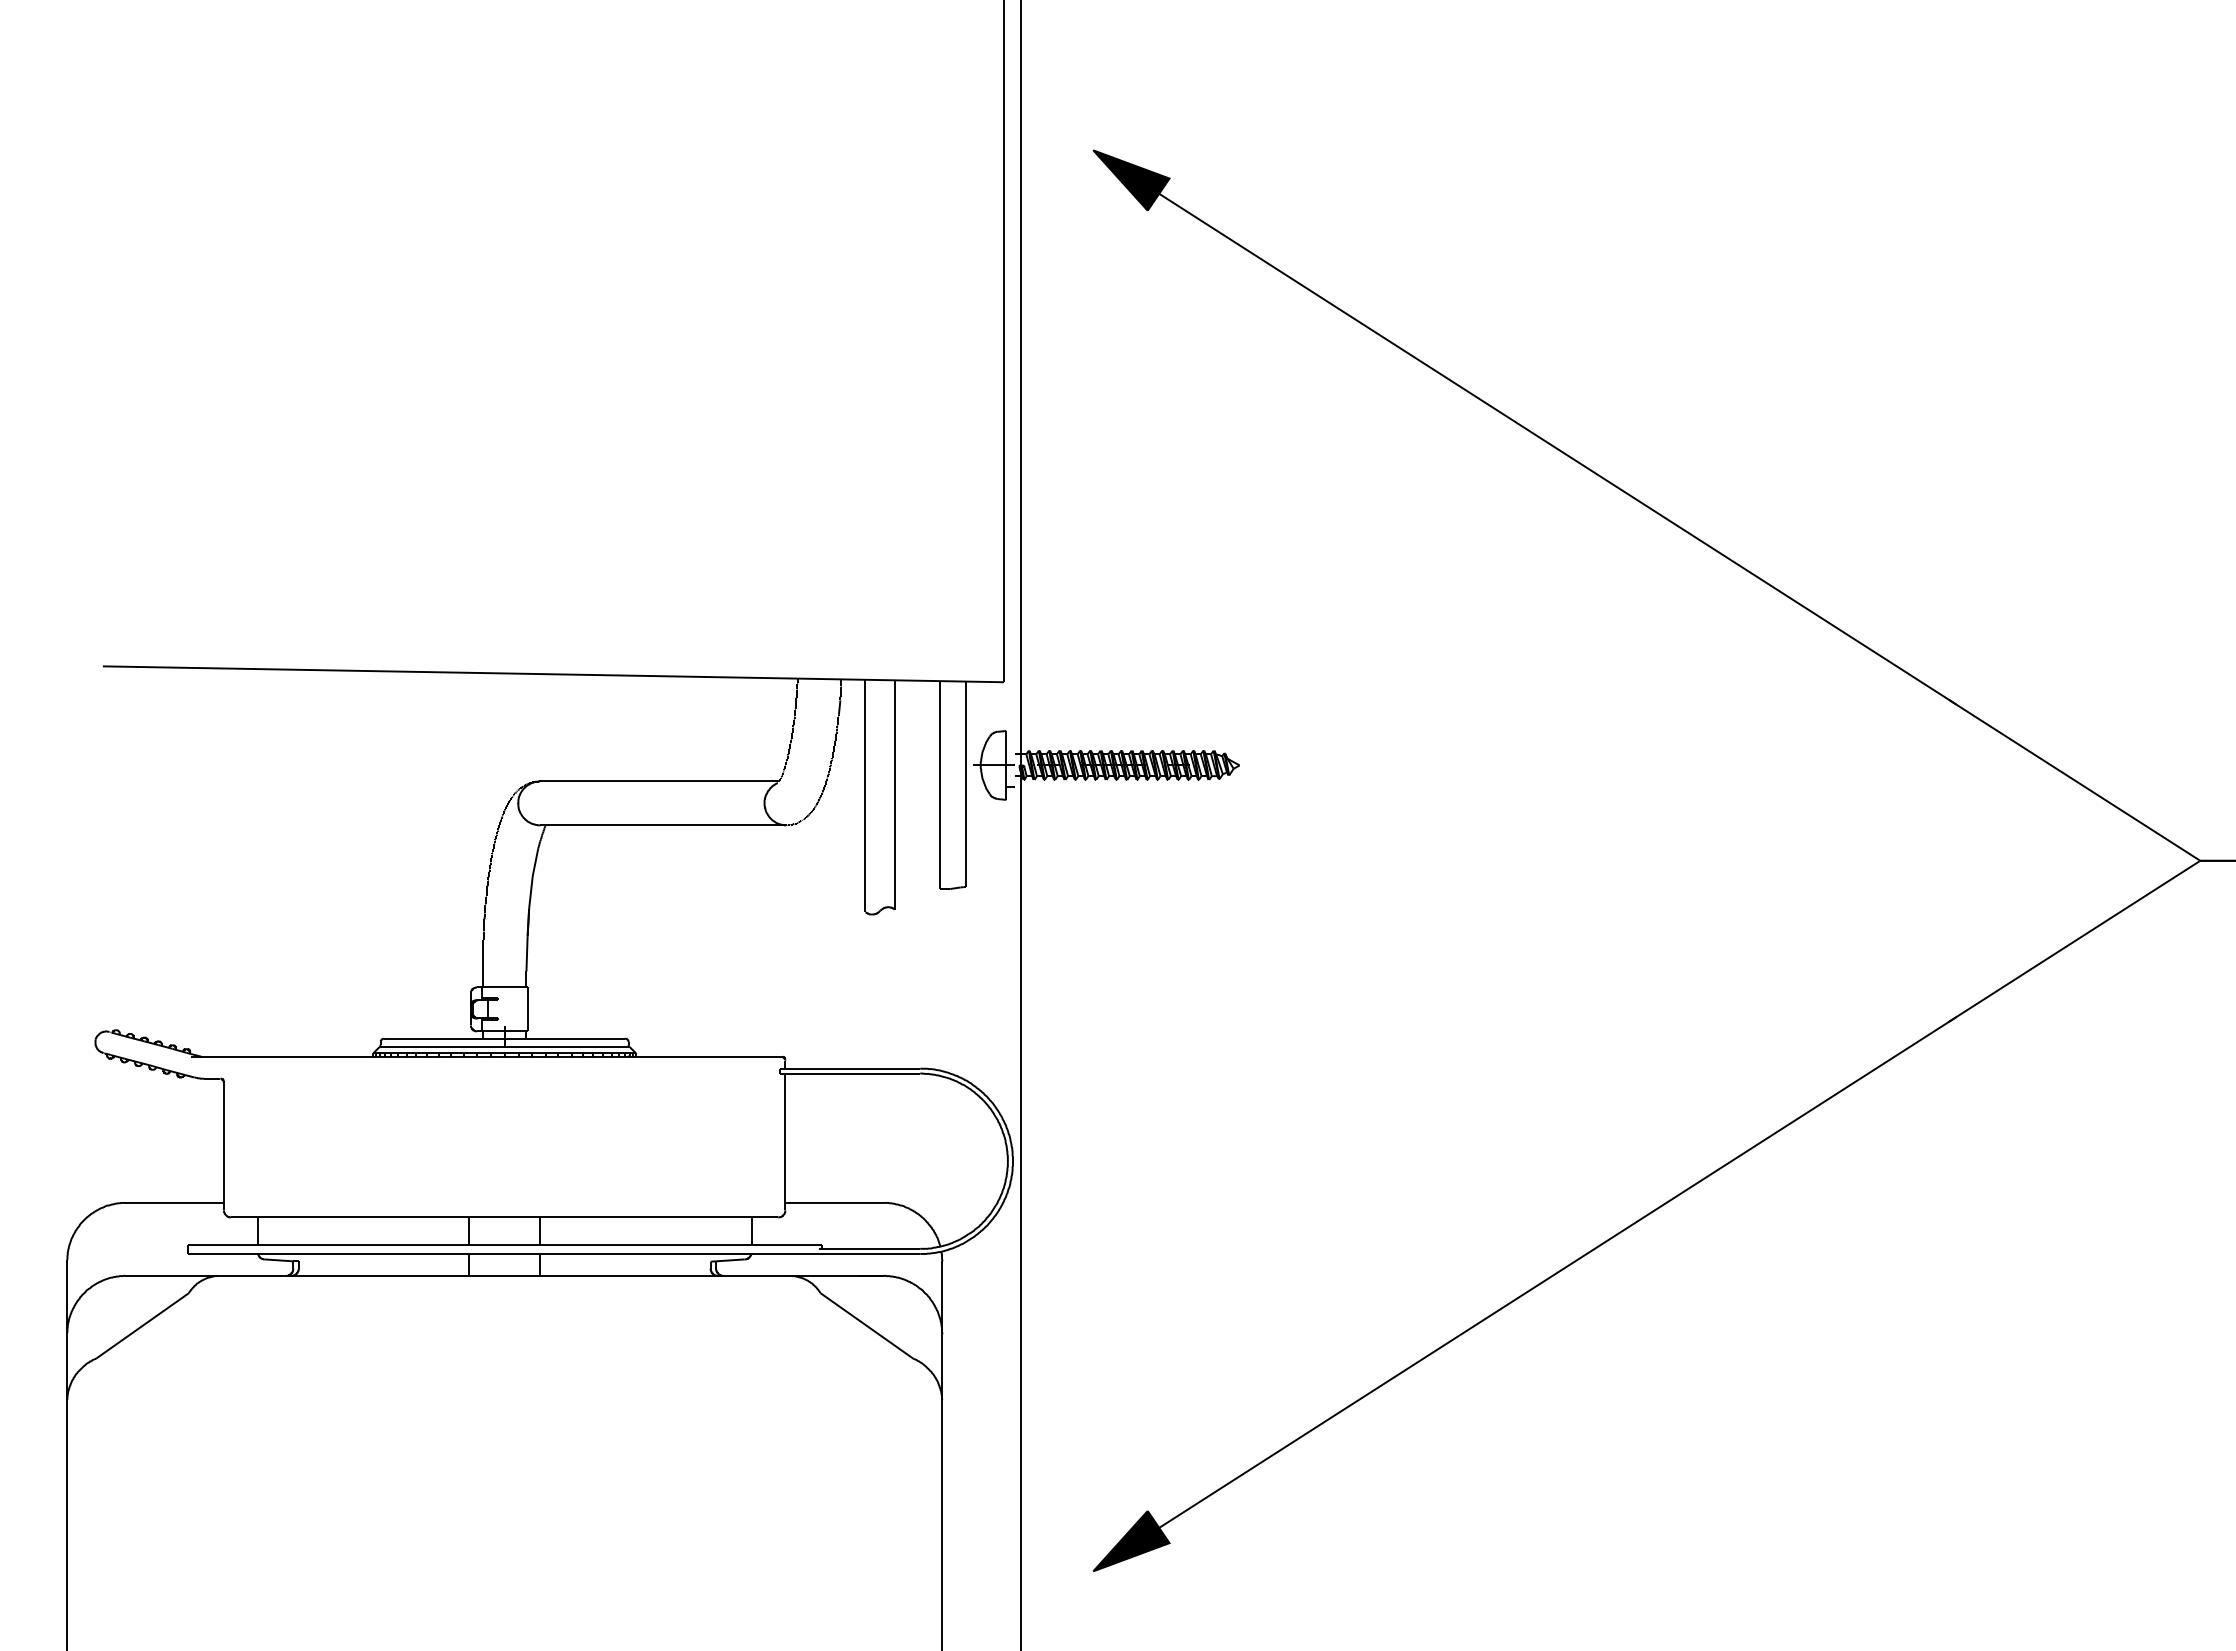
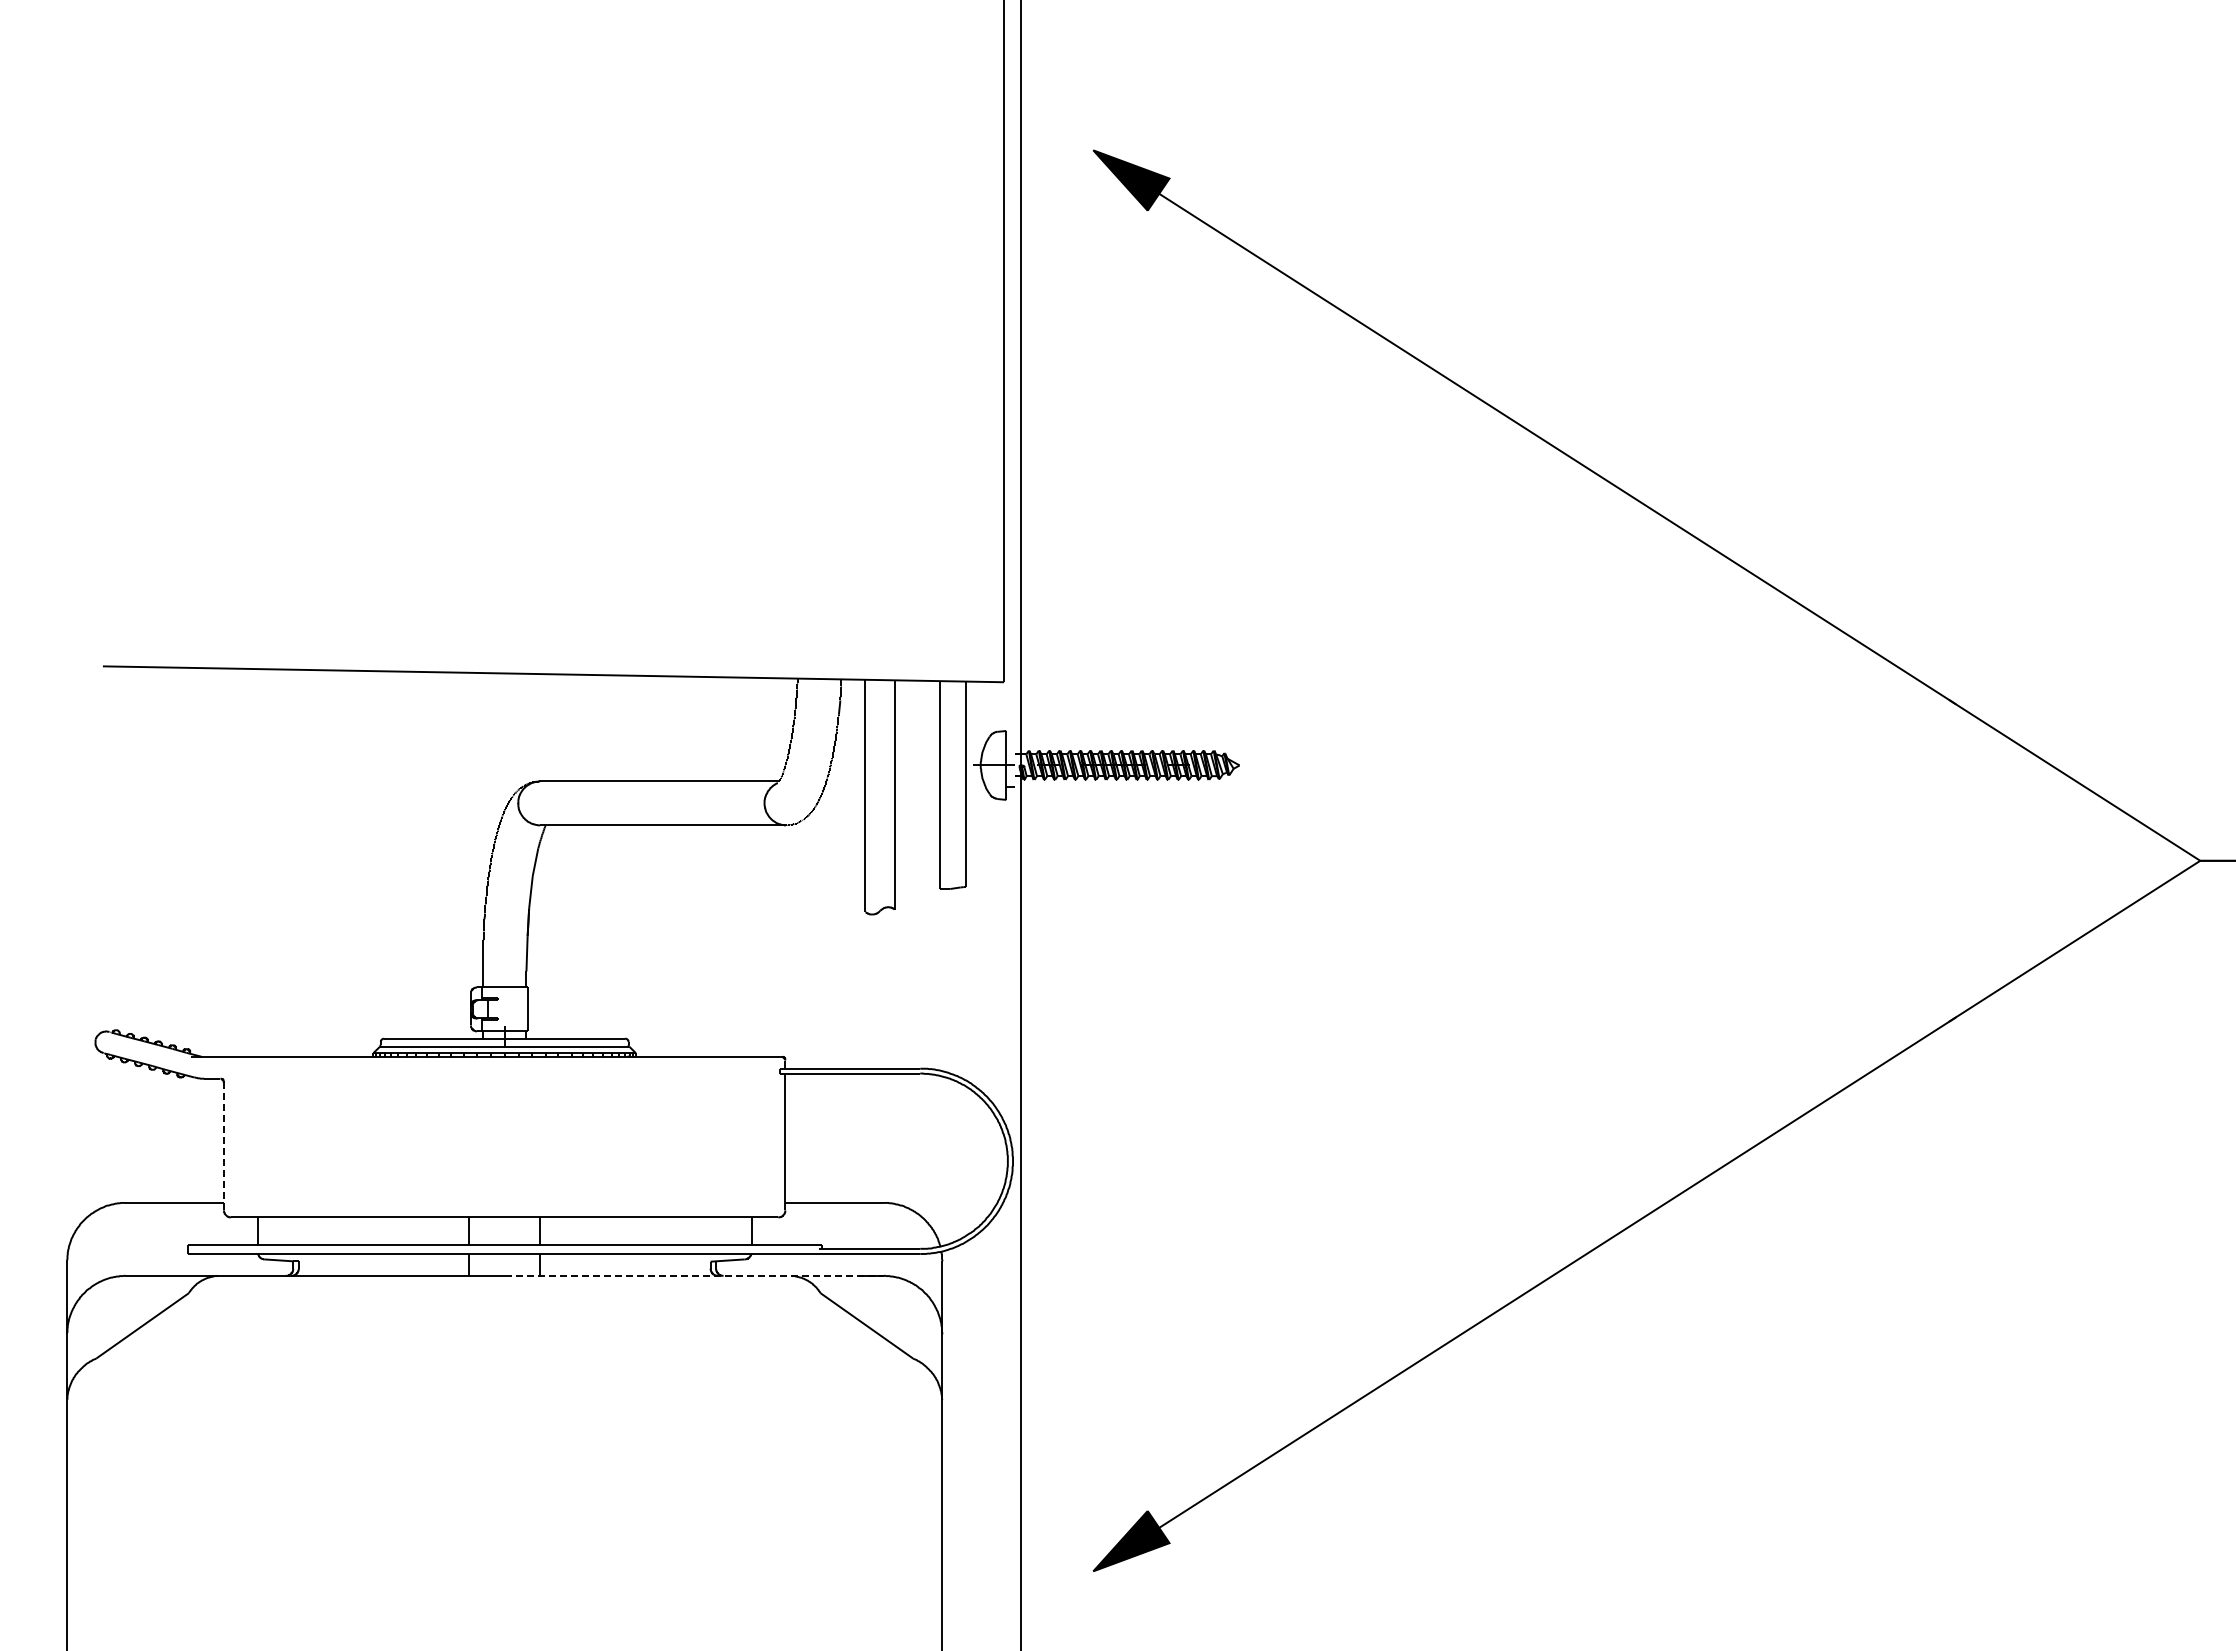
line at (224, 1146): solid -> dashed
line at (694, 1275): solid -> dashed
